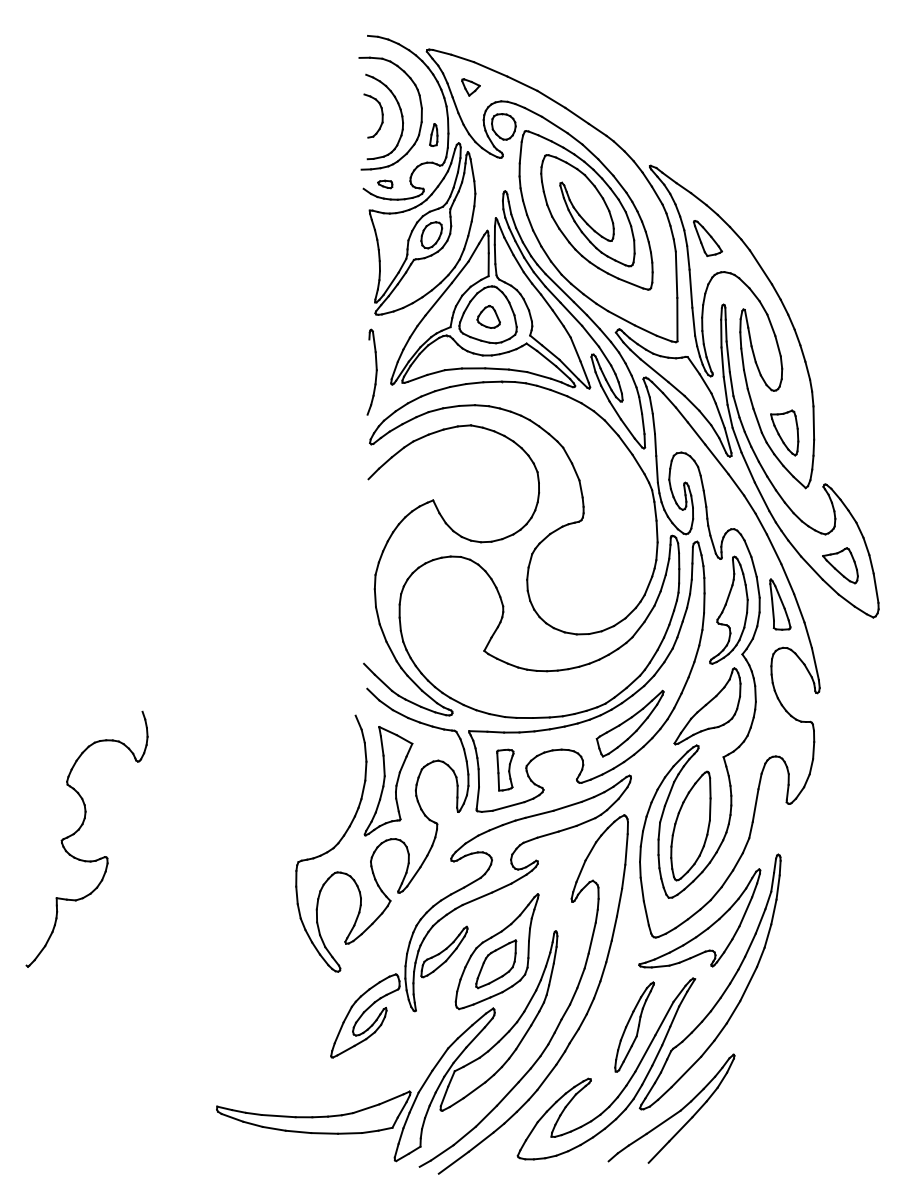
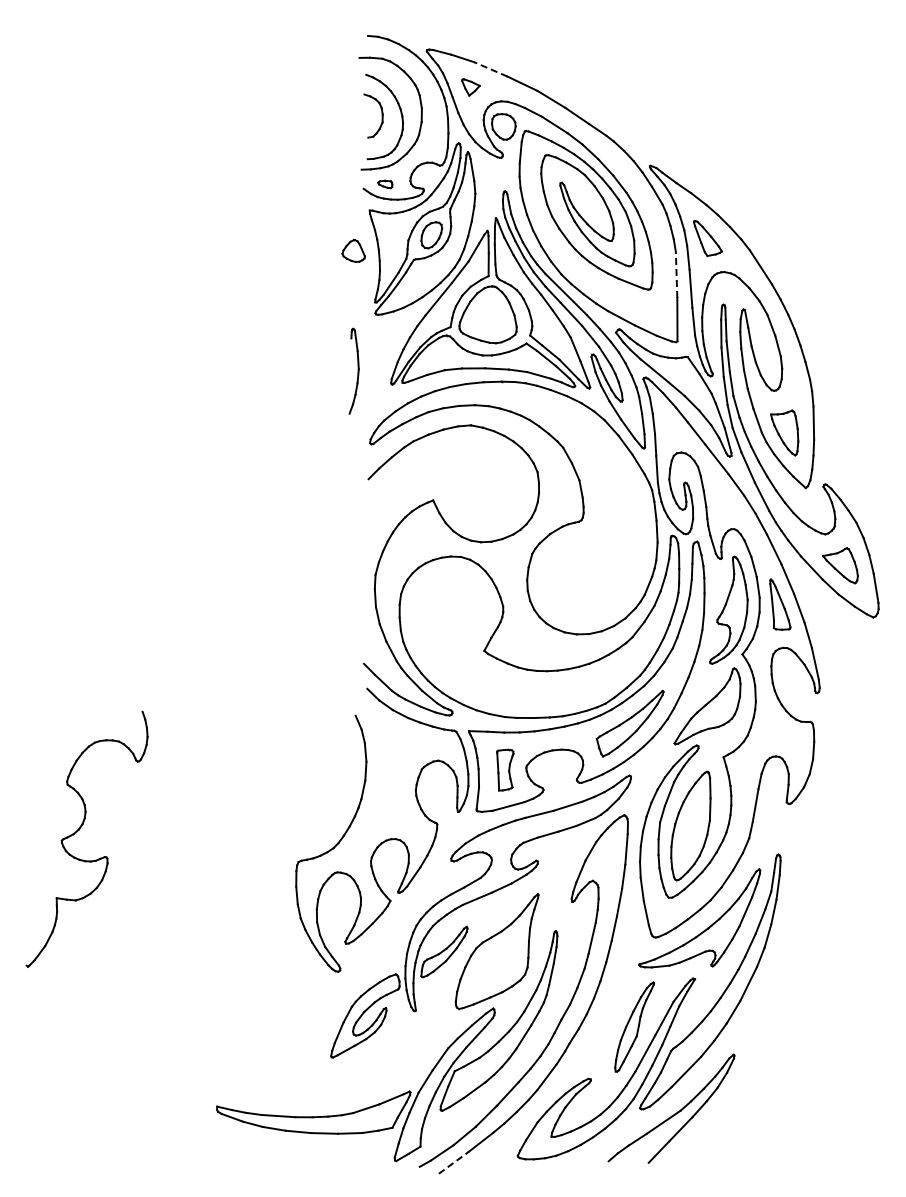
line at (490, 69): solid -> dashed
part at (433, 134): present -> none
line at (676, 274): solid -> dashed
part at (488, 316) position: (488, 316) -> (353, 250)
part at (371, 371) position: (371, 371) -> (353, 370)
part at (388, 781): present -> none
part at (496, 964): present -> none
line at (453, 1162): solid -> dashed
